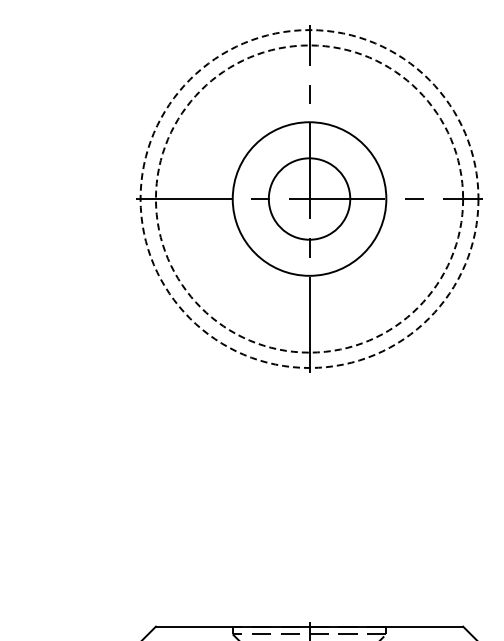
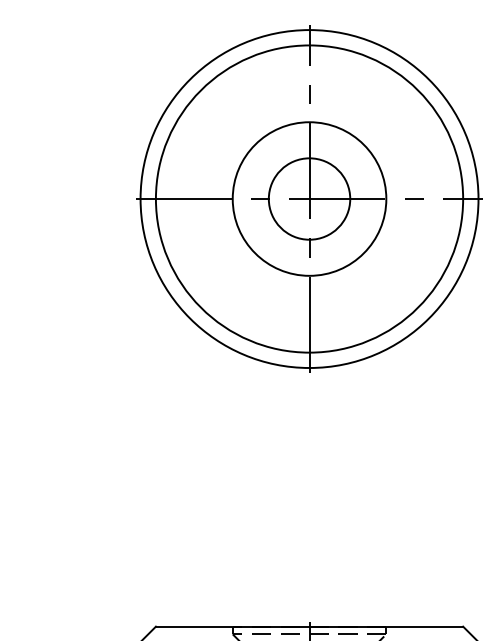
circle at (309, 198): dashed -> solid
circle at (309, 199): dashed -> solid
